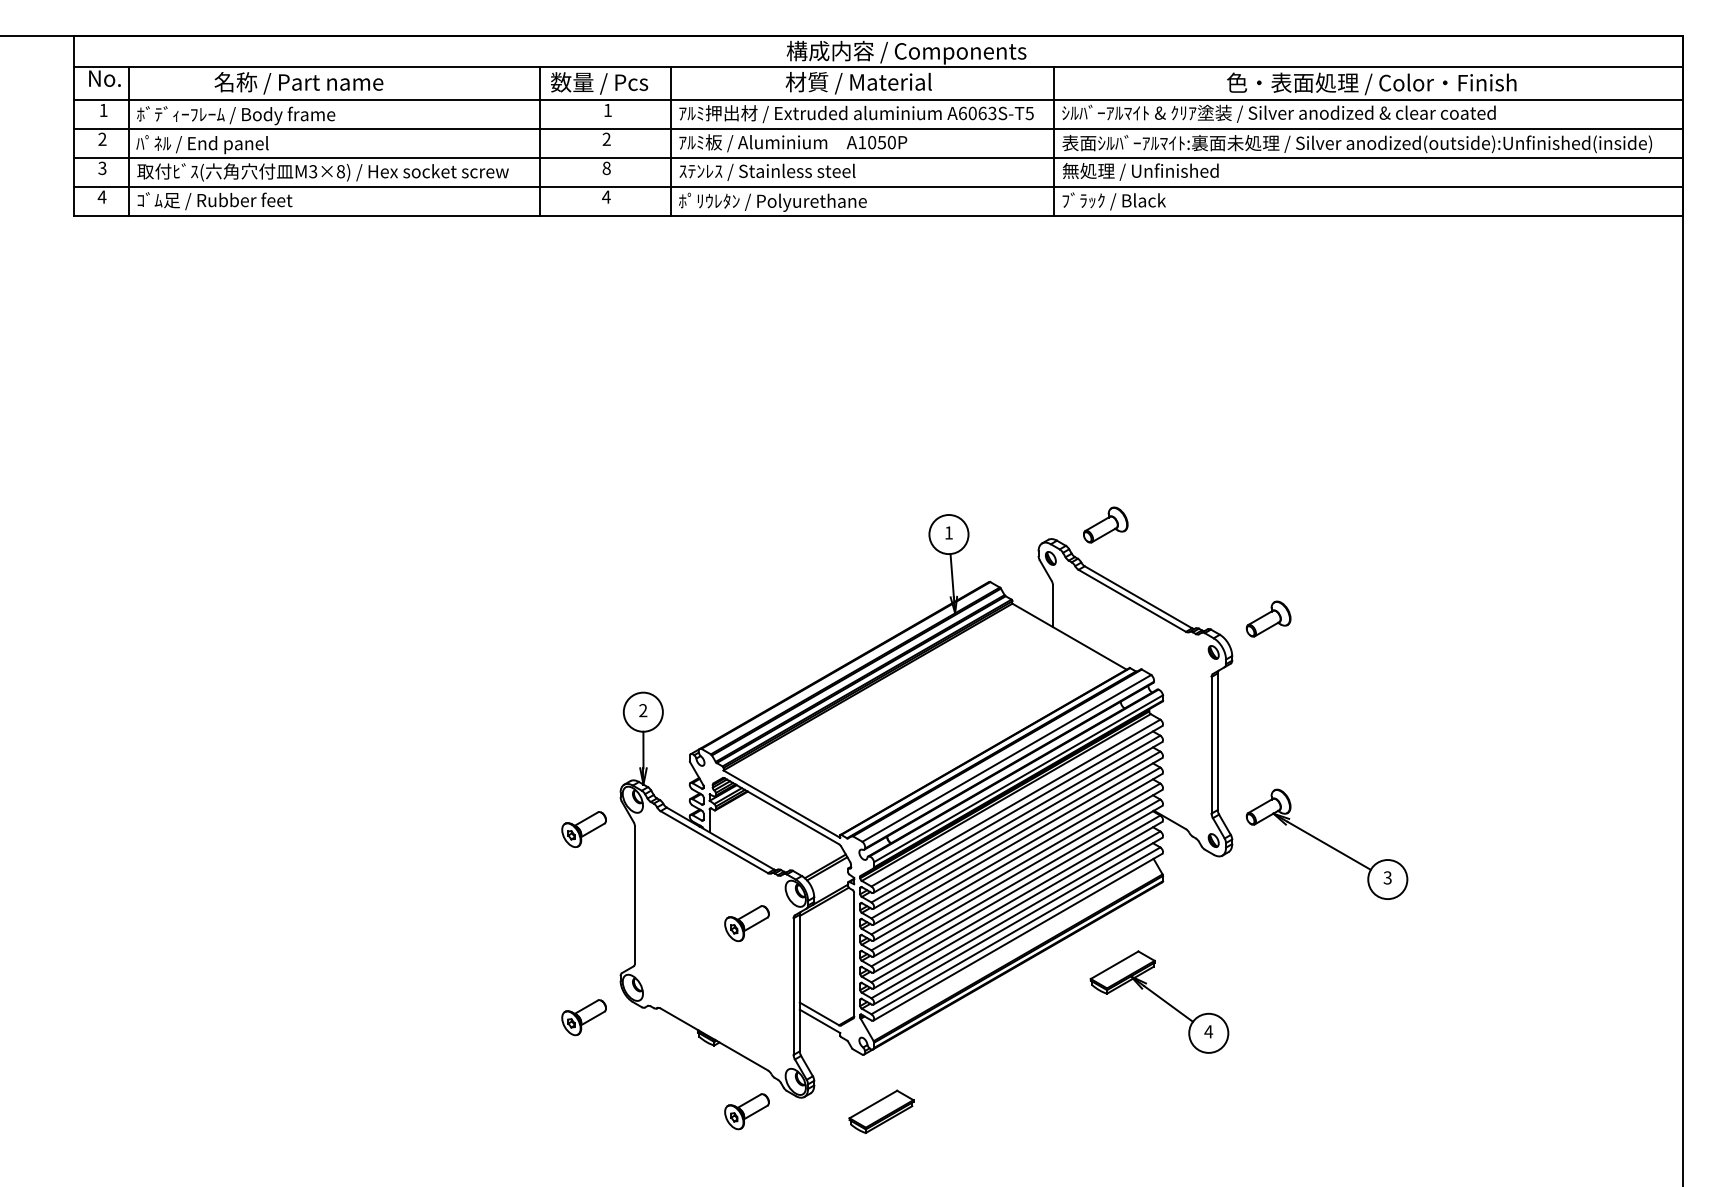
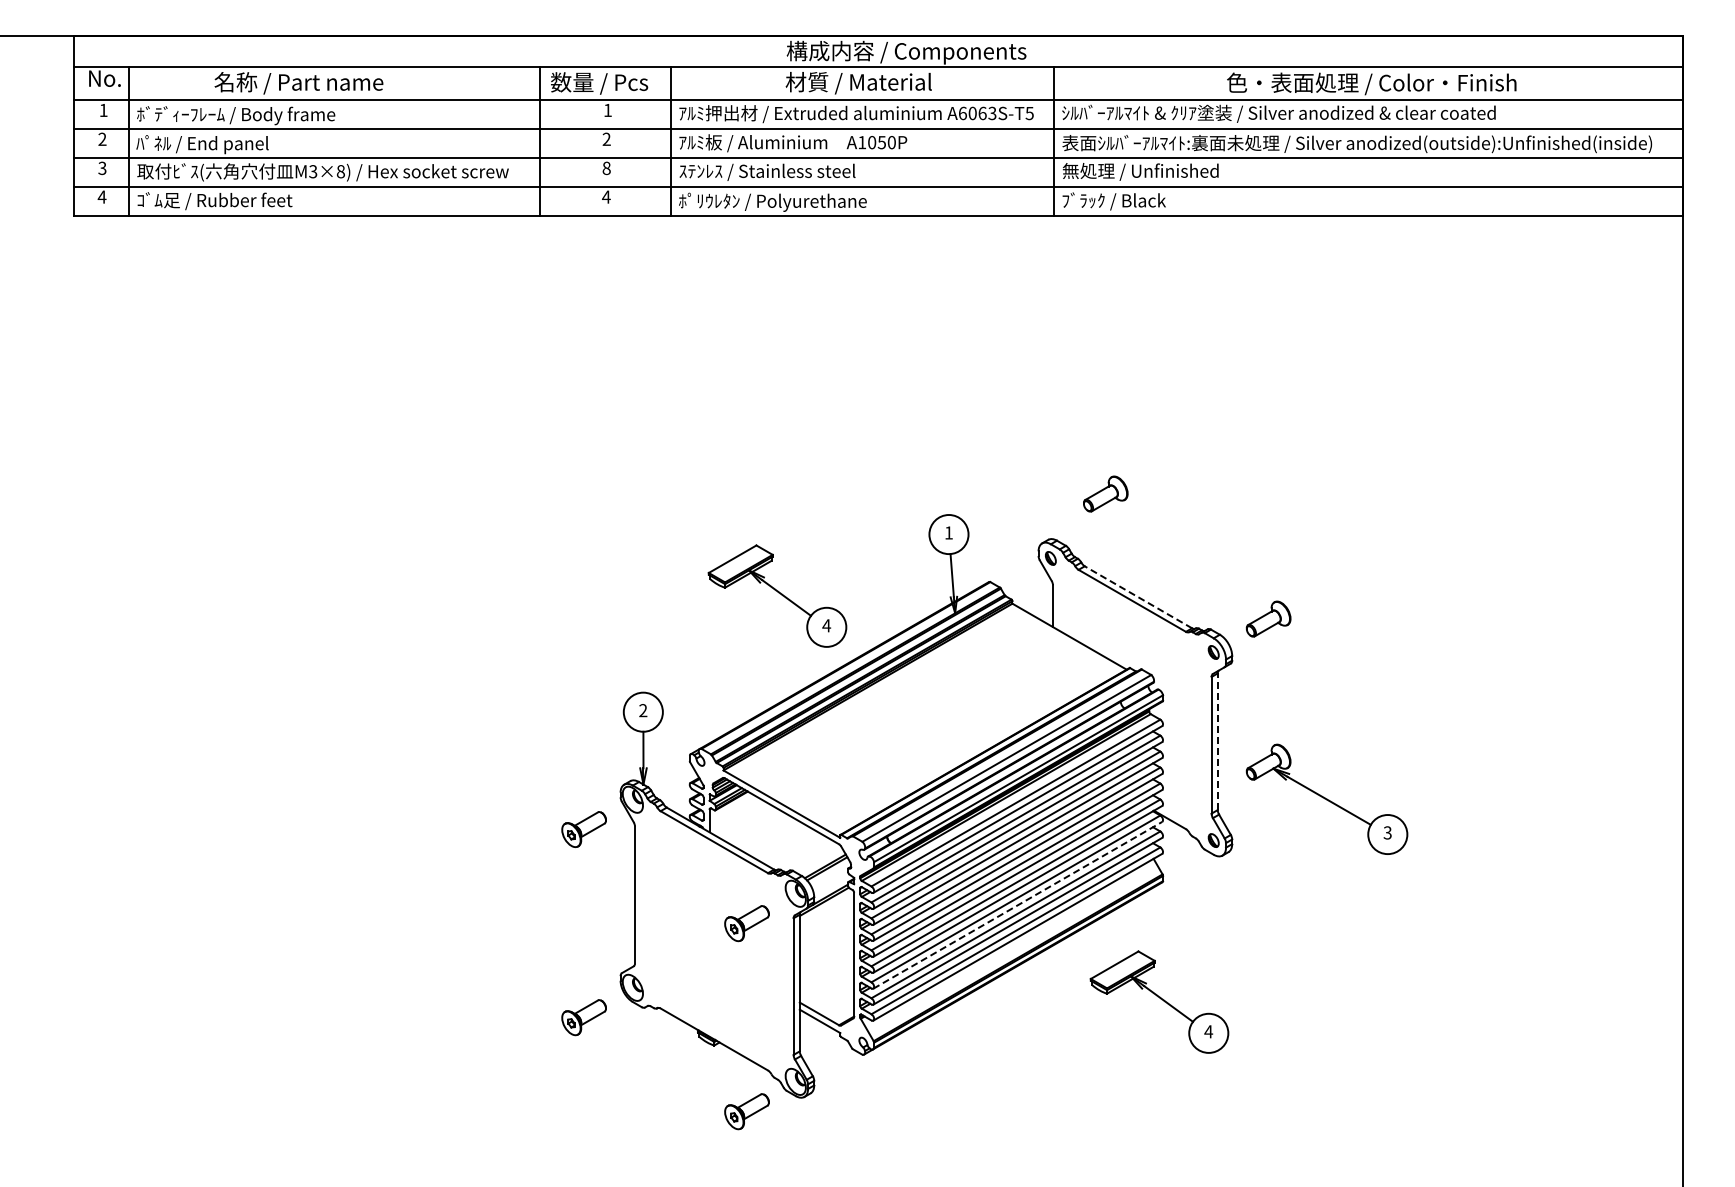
part at (1105, 524) position: (1105, 524) -> (1105, 493)
part at (777, 595): none -> present
line at (1138, 597): solid -> dashed
line at (1217, 741): solid -> dashed
part at (1326, 843) position: (1326, 843) -> (1326, 798)
line at (1017, 905): solid -> dashed
part at (881, 1111): present -> none
